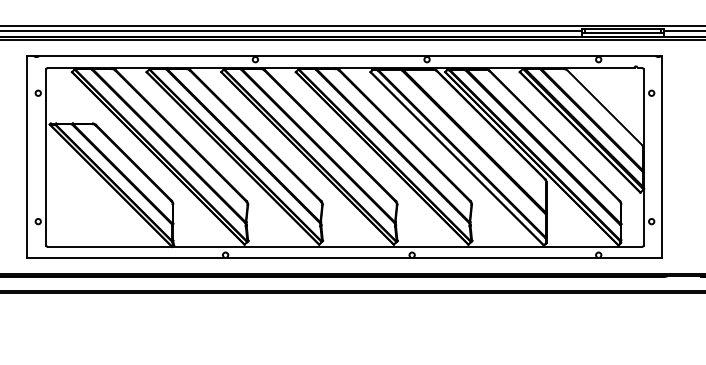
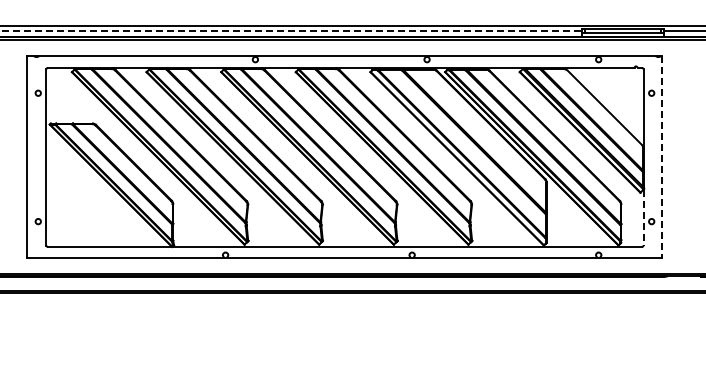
line at (291, 31): solid -> dashed
line at (661, 156): solid -> dashed
line at (643, 217): solid -> dashed
